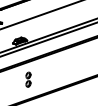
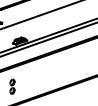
part at (28, 79) position: (28, 79) -> (12, 86)
